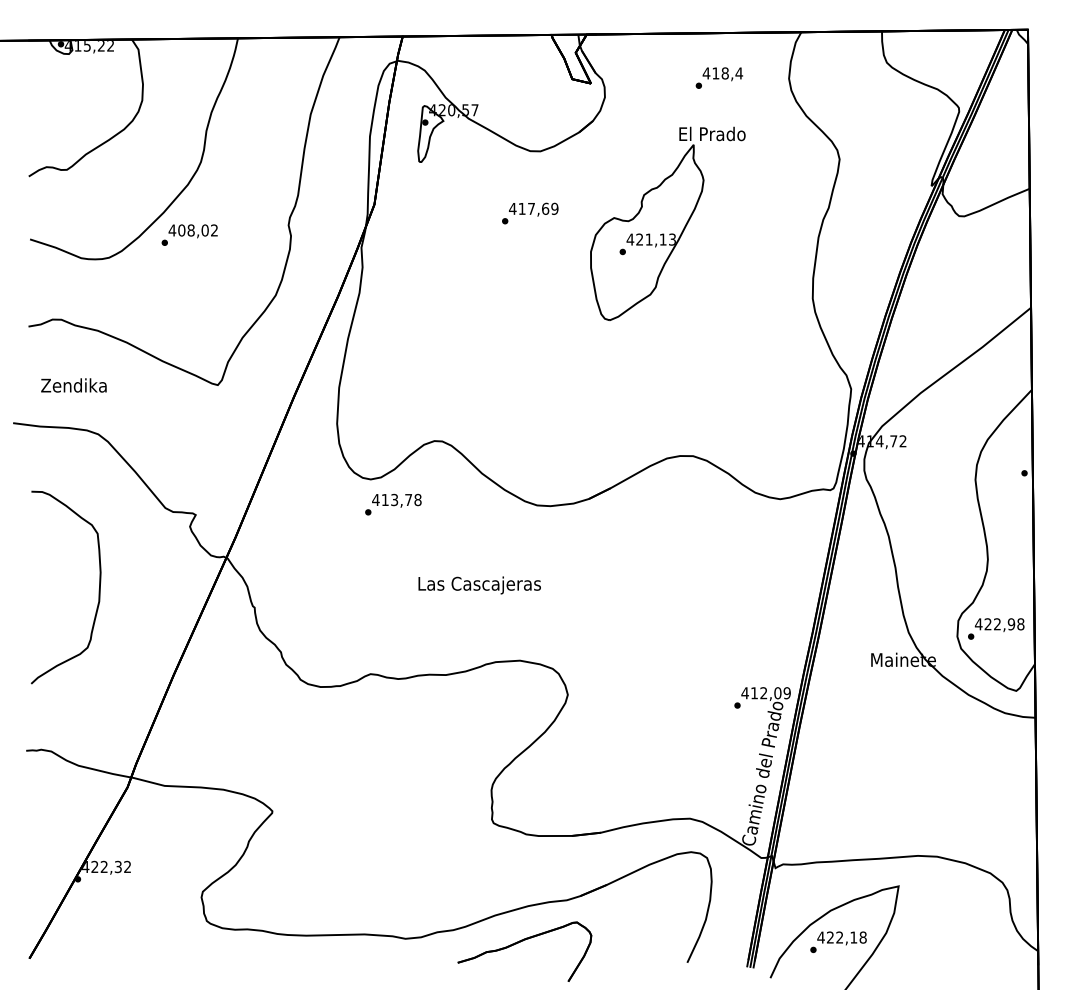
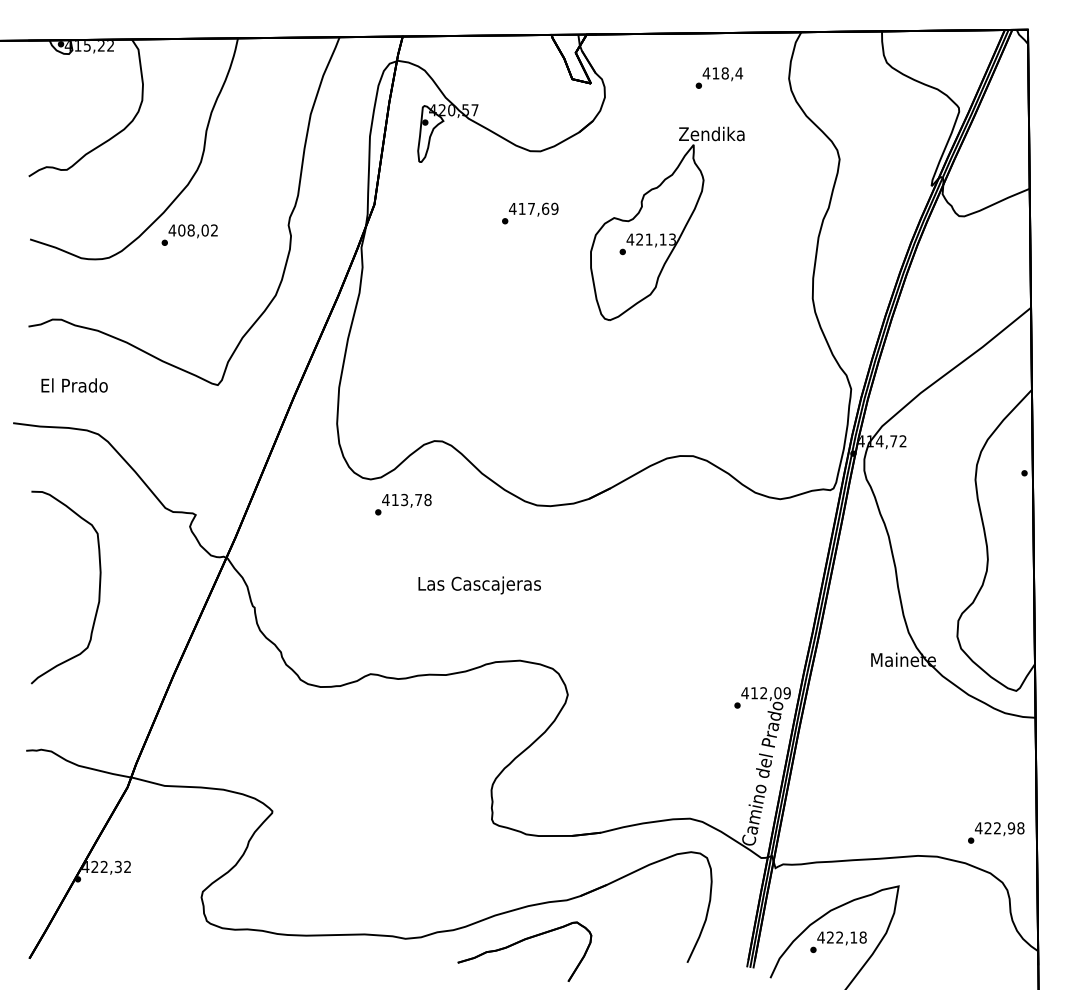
text at (712, 133): El Prado -> Zendika
text at (74, 385): Zendika -> El Prado
text at (393, 504) position: (393, 504) -> (403, 504)
text at (996, 628) position: (996, 628) -> (996, 832)
